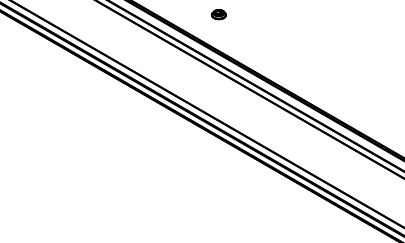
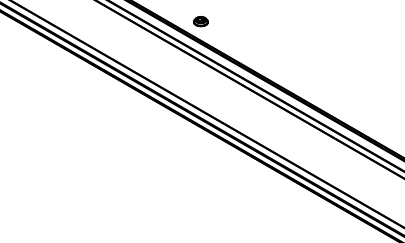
part at (218, 14) position: (218, 14) -> (200, 21)
